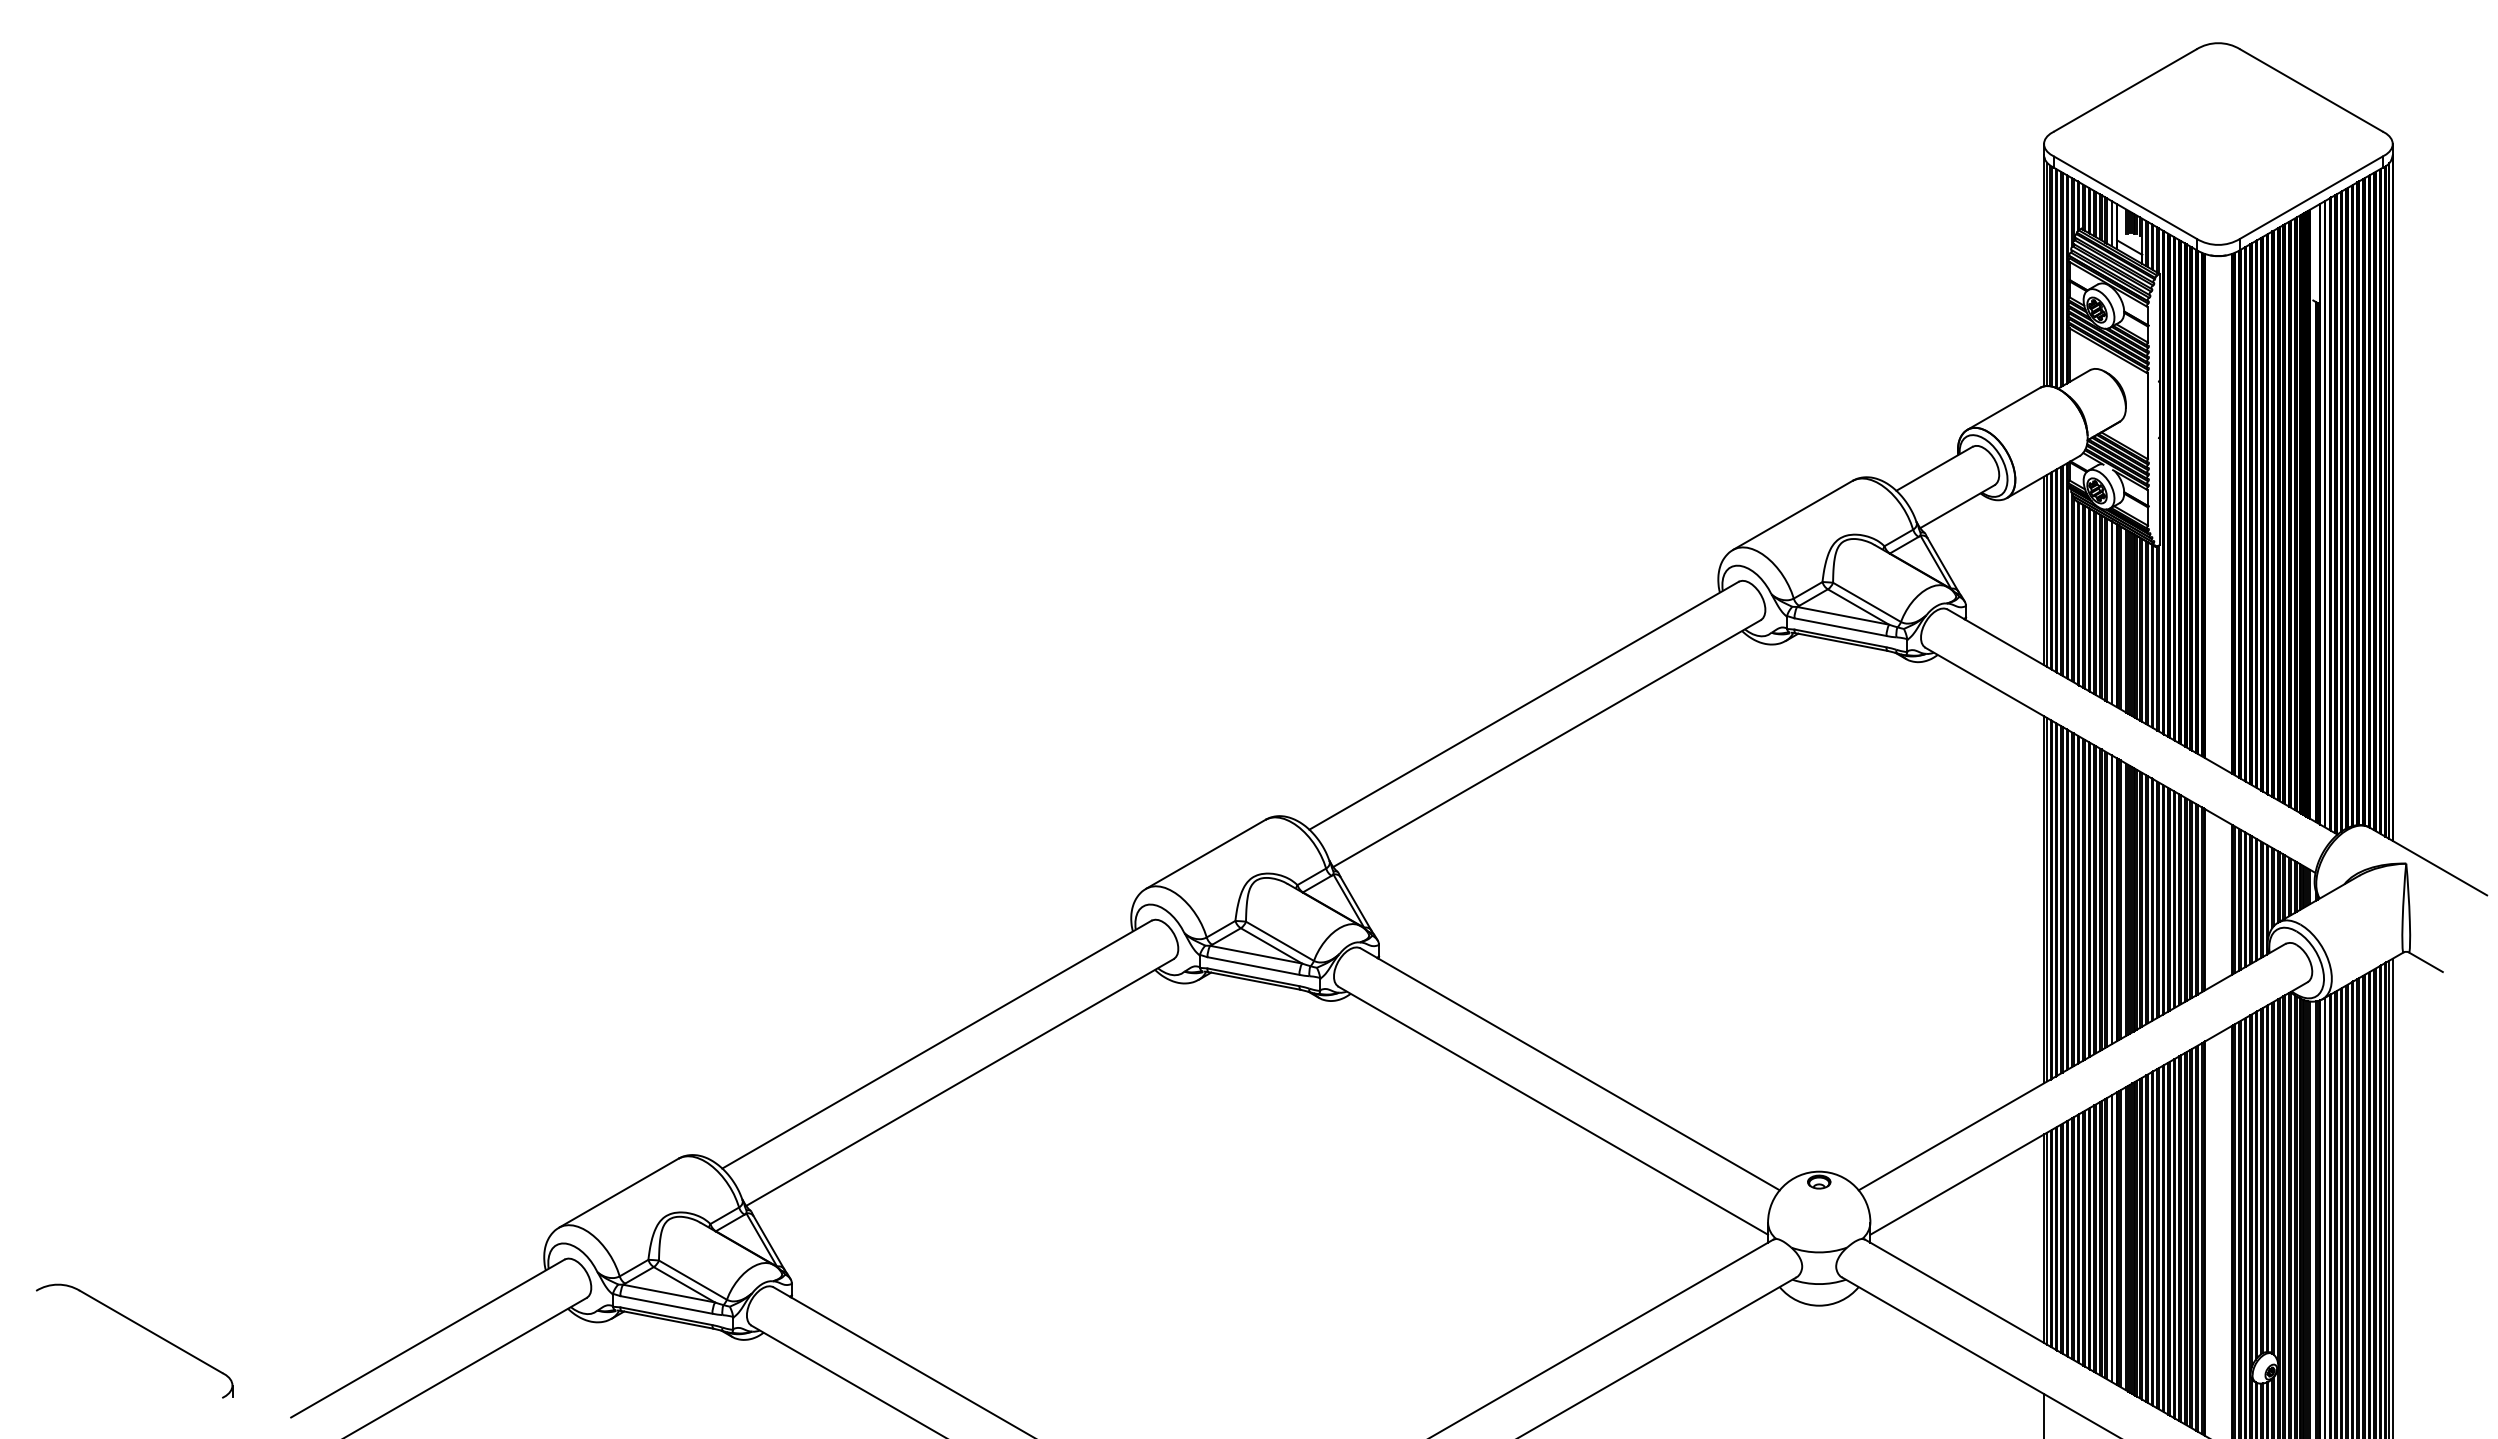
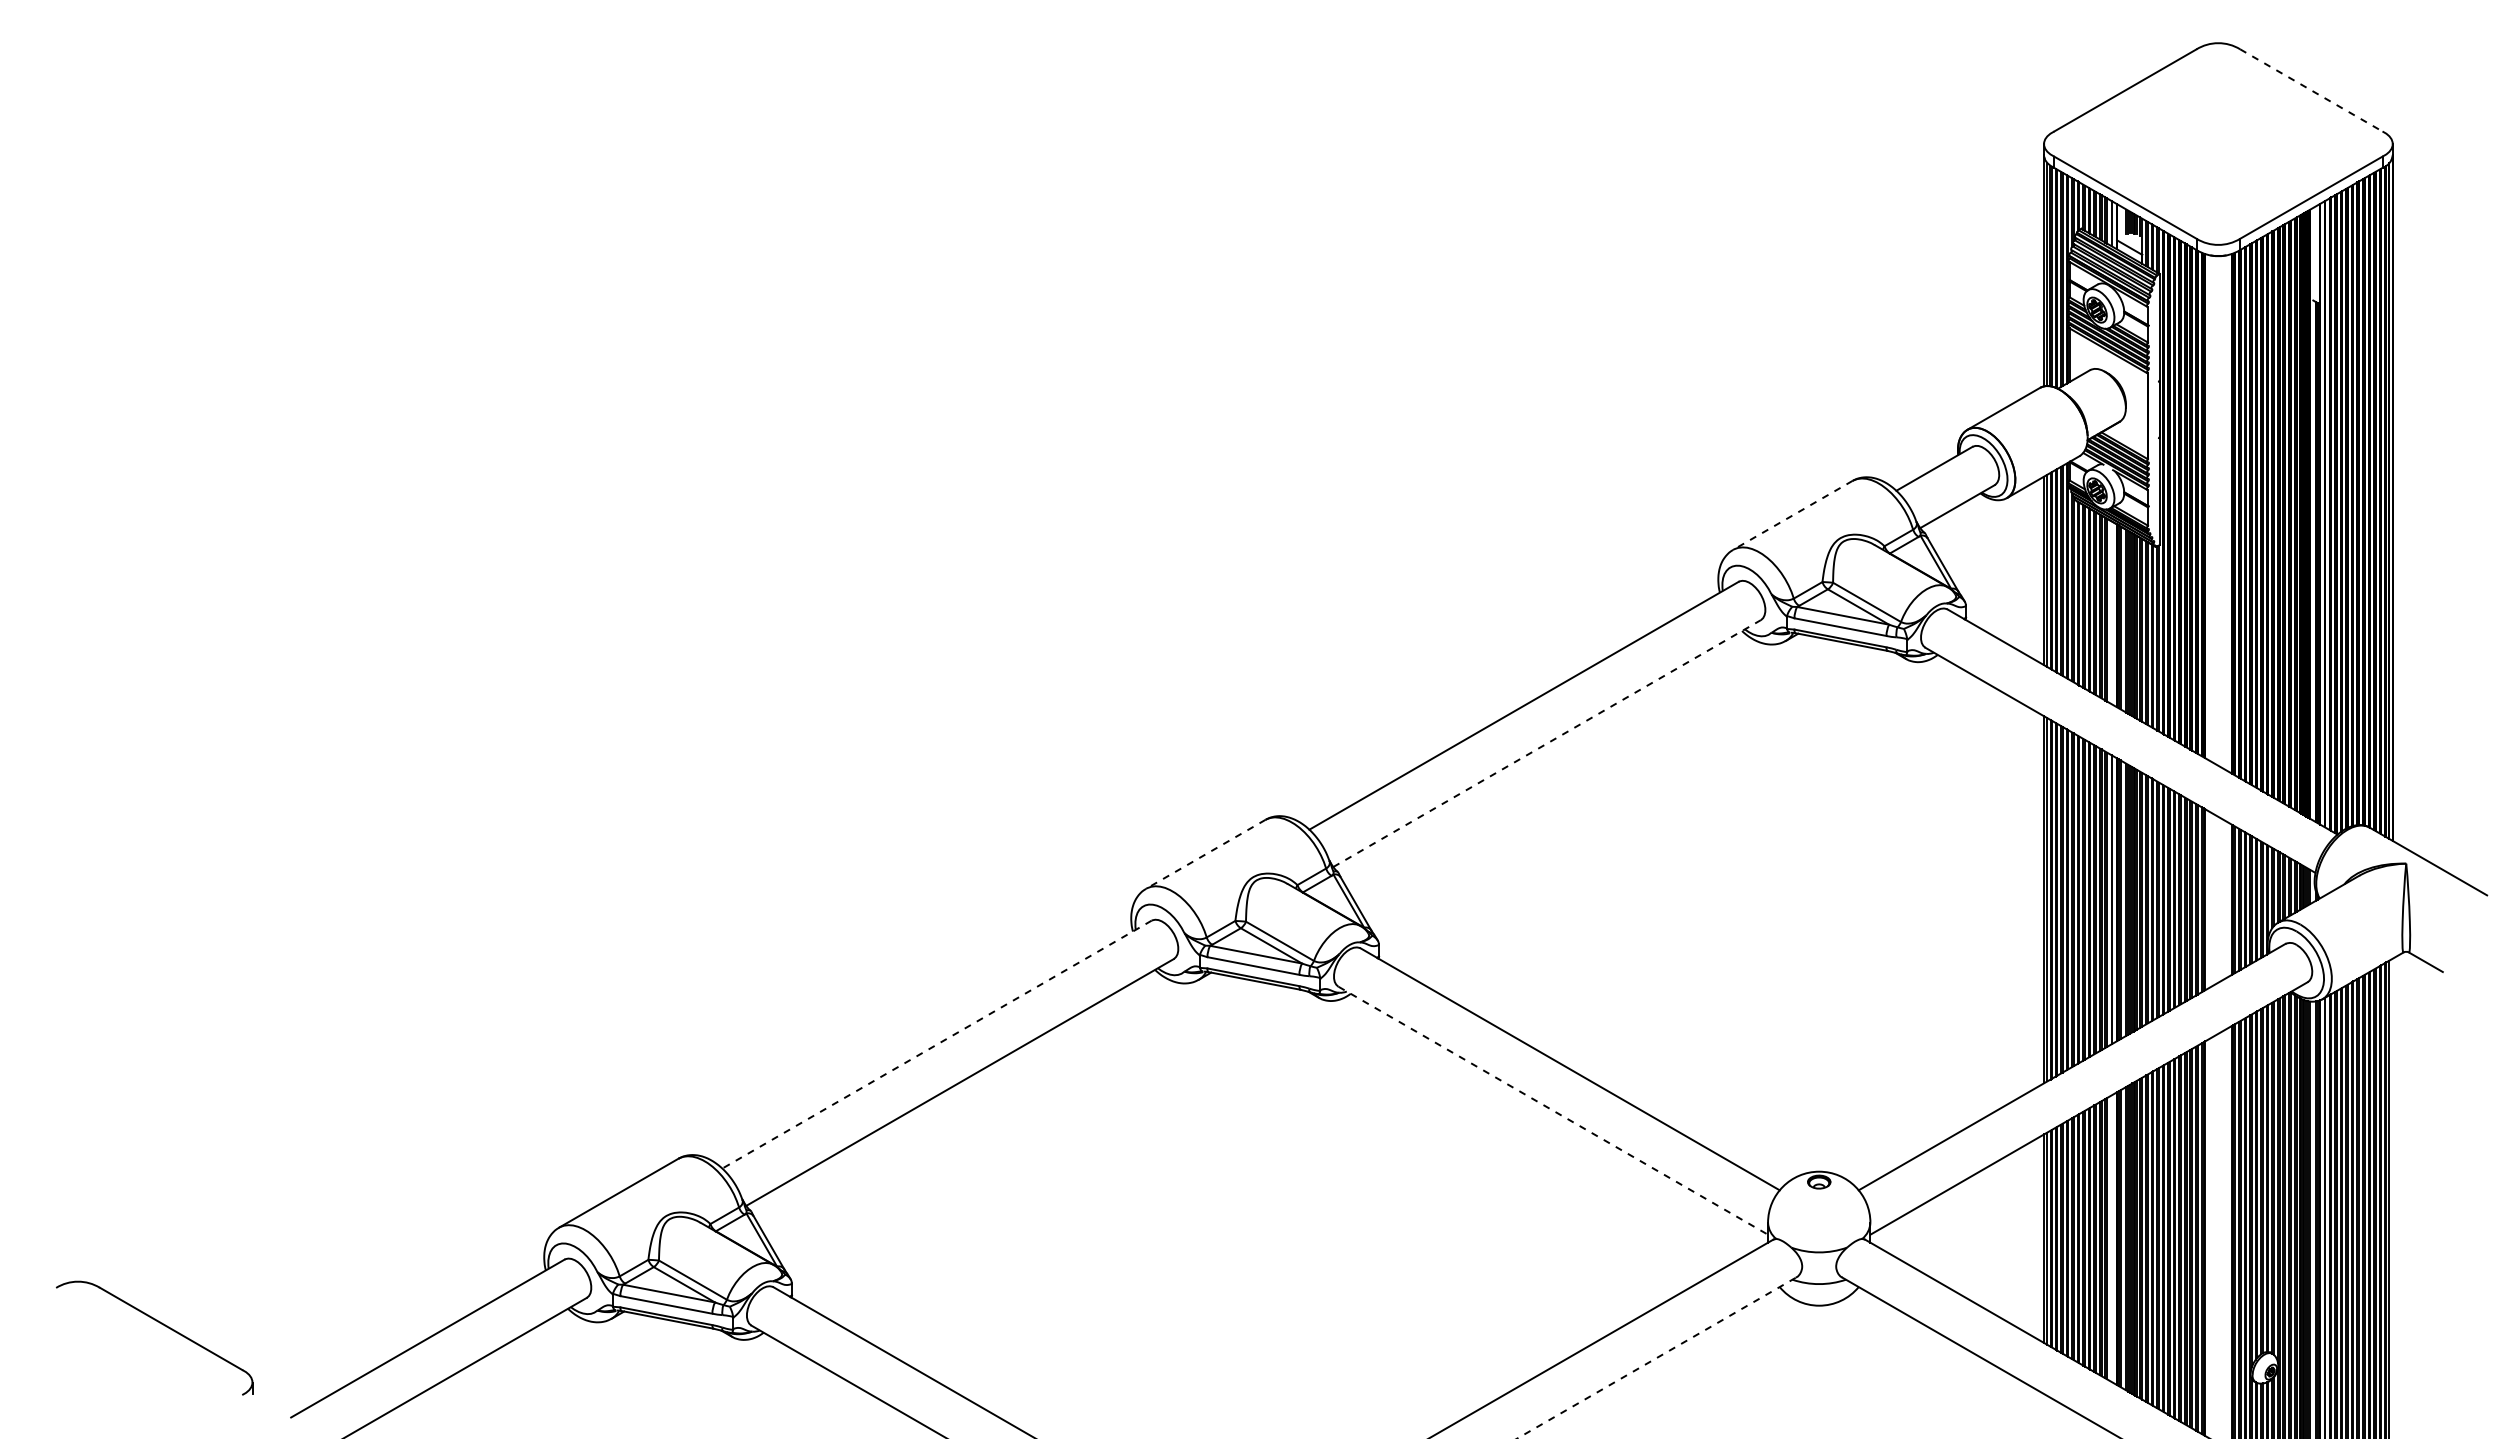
line at (2311, 90): solid -> dashed
line at (1792, 515): solid -> dashed
line at (2111, 612): present -> none
line at (1547, 743): solid -> dashed
line at (1205, 854): solid -> dashed
line at (936, 1044): solid -> dashed
line at (1553, 1110): solid -> dashed
line at (2392, 1196): present -> none
line at (2111, 1238): present -> none
part at (141, 1327) position: (141, 1327) -> (161, 1324)
line at (1656, 1358): solid -> dashed
line at (2043, 1414): present -> none
